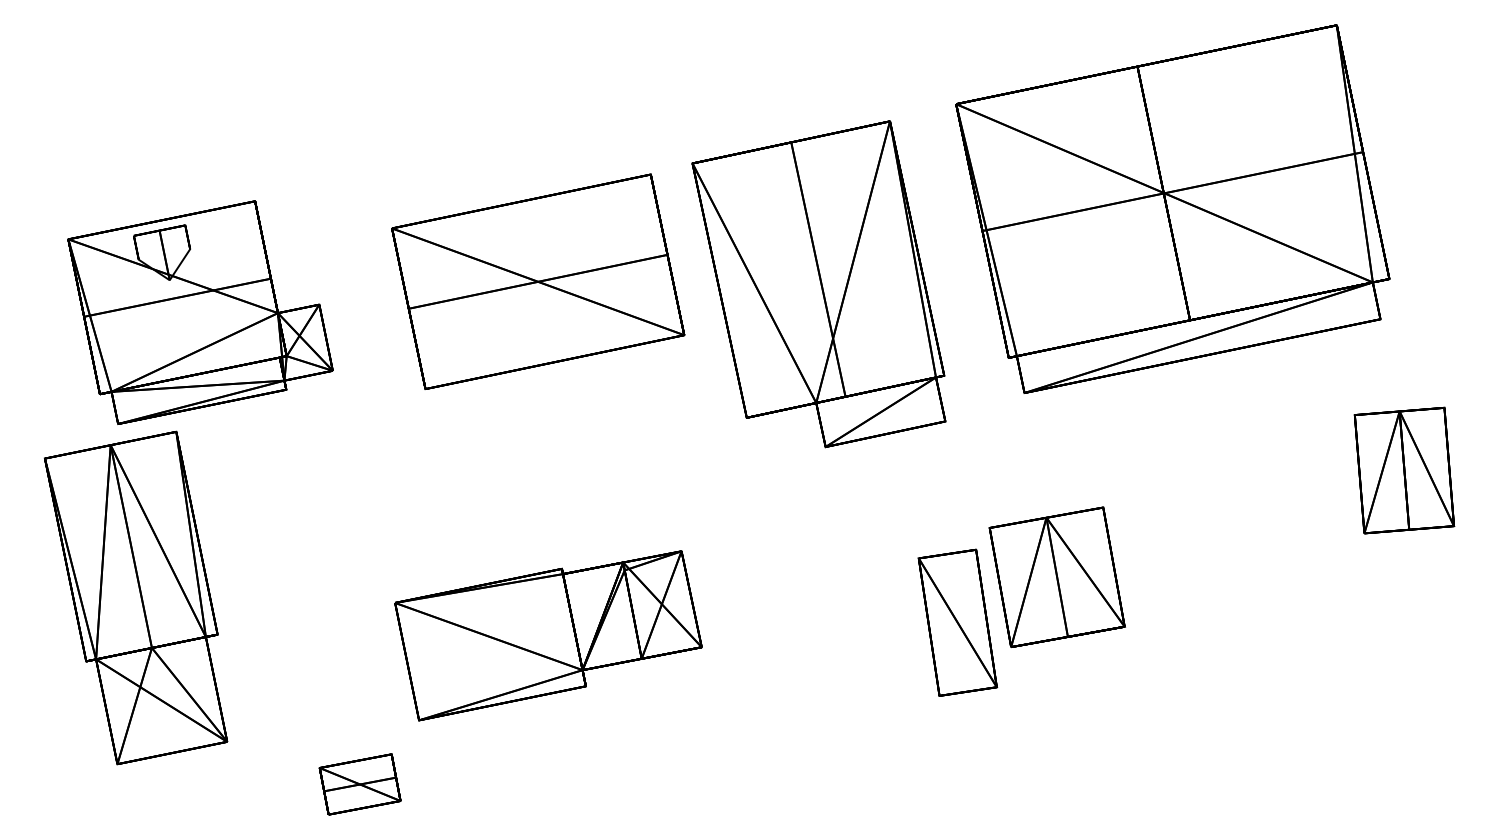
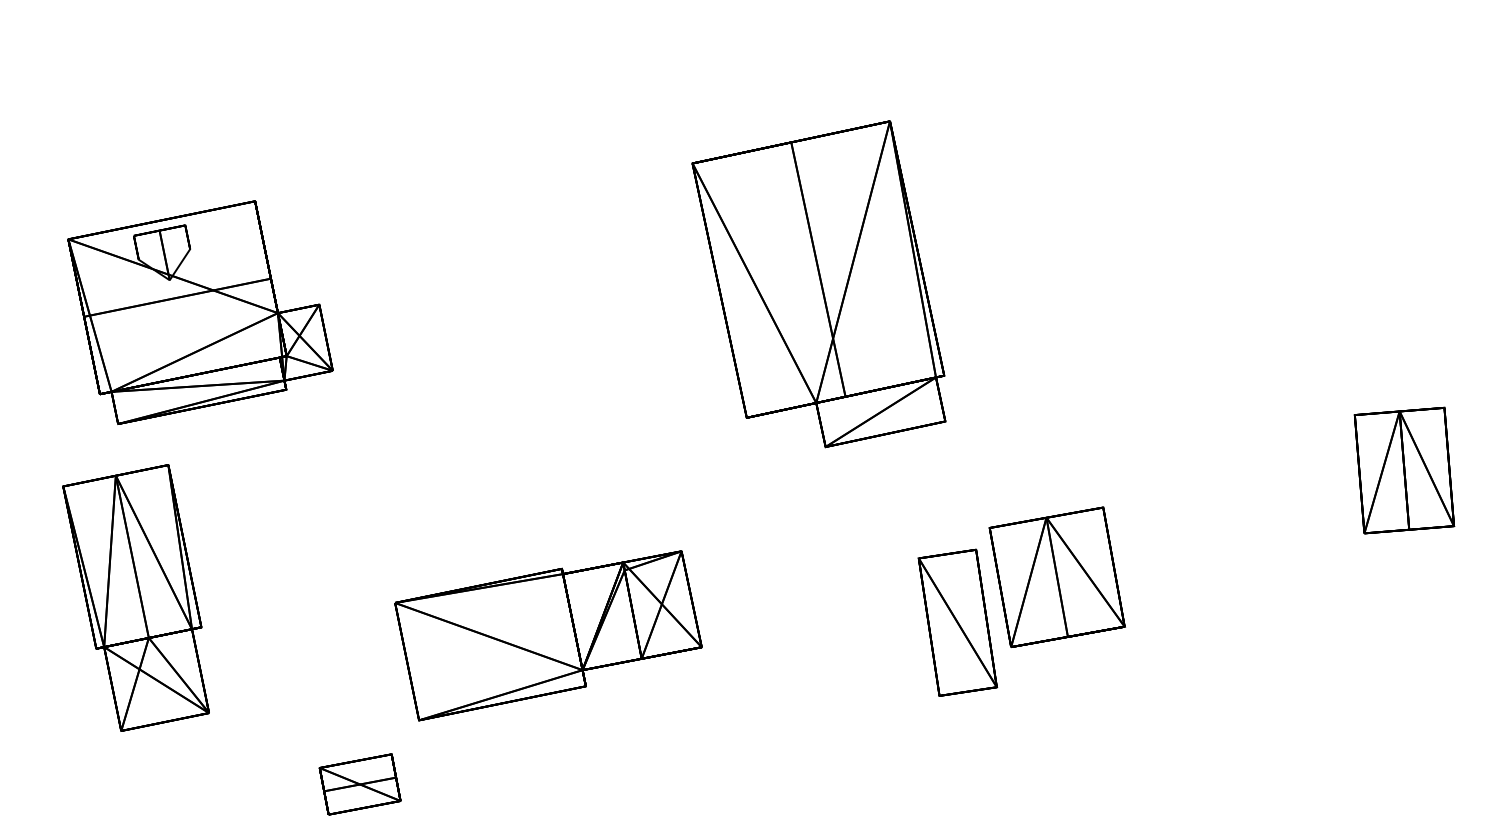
part at (1172, 208): present -> none
part at (538, 281): present -> none
part at (136, 597) size: 185x336 px -> 148x268 px
